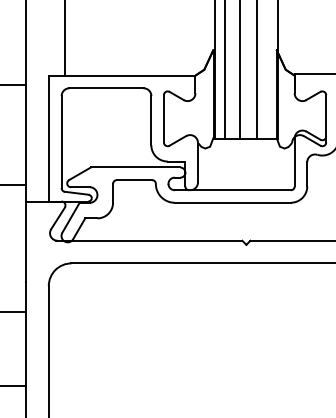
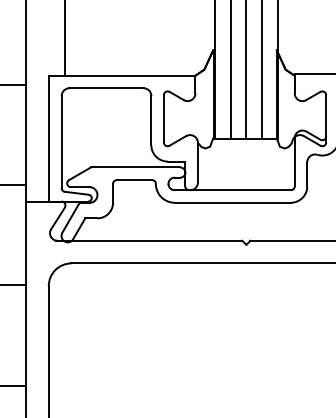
line at (224, 70) position: (224, 70) -> (230, 70)
line at (240, 70) position: (240, 70) -> (246, 70)
line at (257, 70) position: (257, 70) -> (262, 70)
line at (14, 312) position: (14, 312) -> (14, 285)
